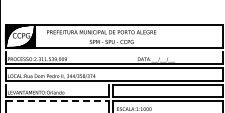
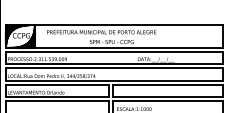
line at (113, 52): none -> present
line at (56, 84): none -> present
line at (57, 101): dashed -> solid
